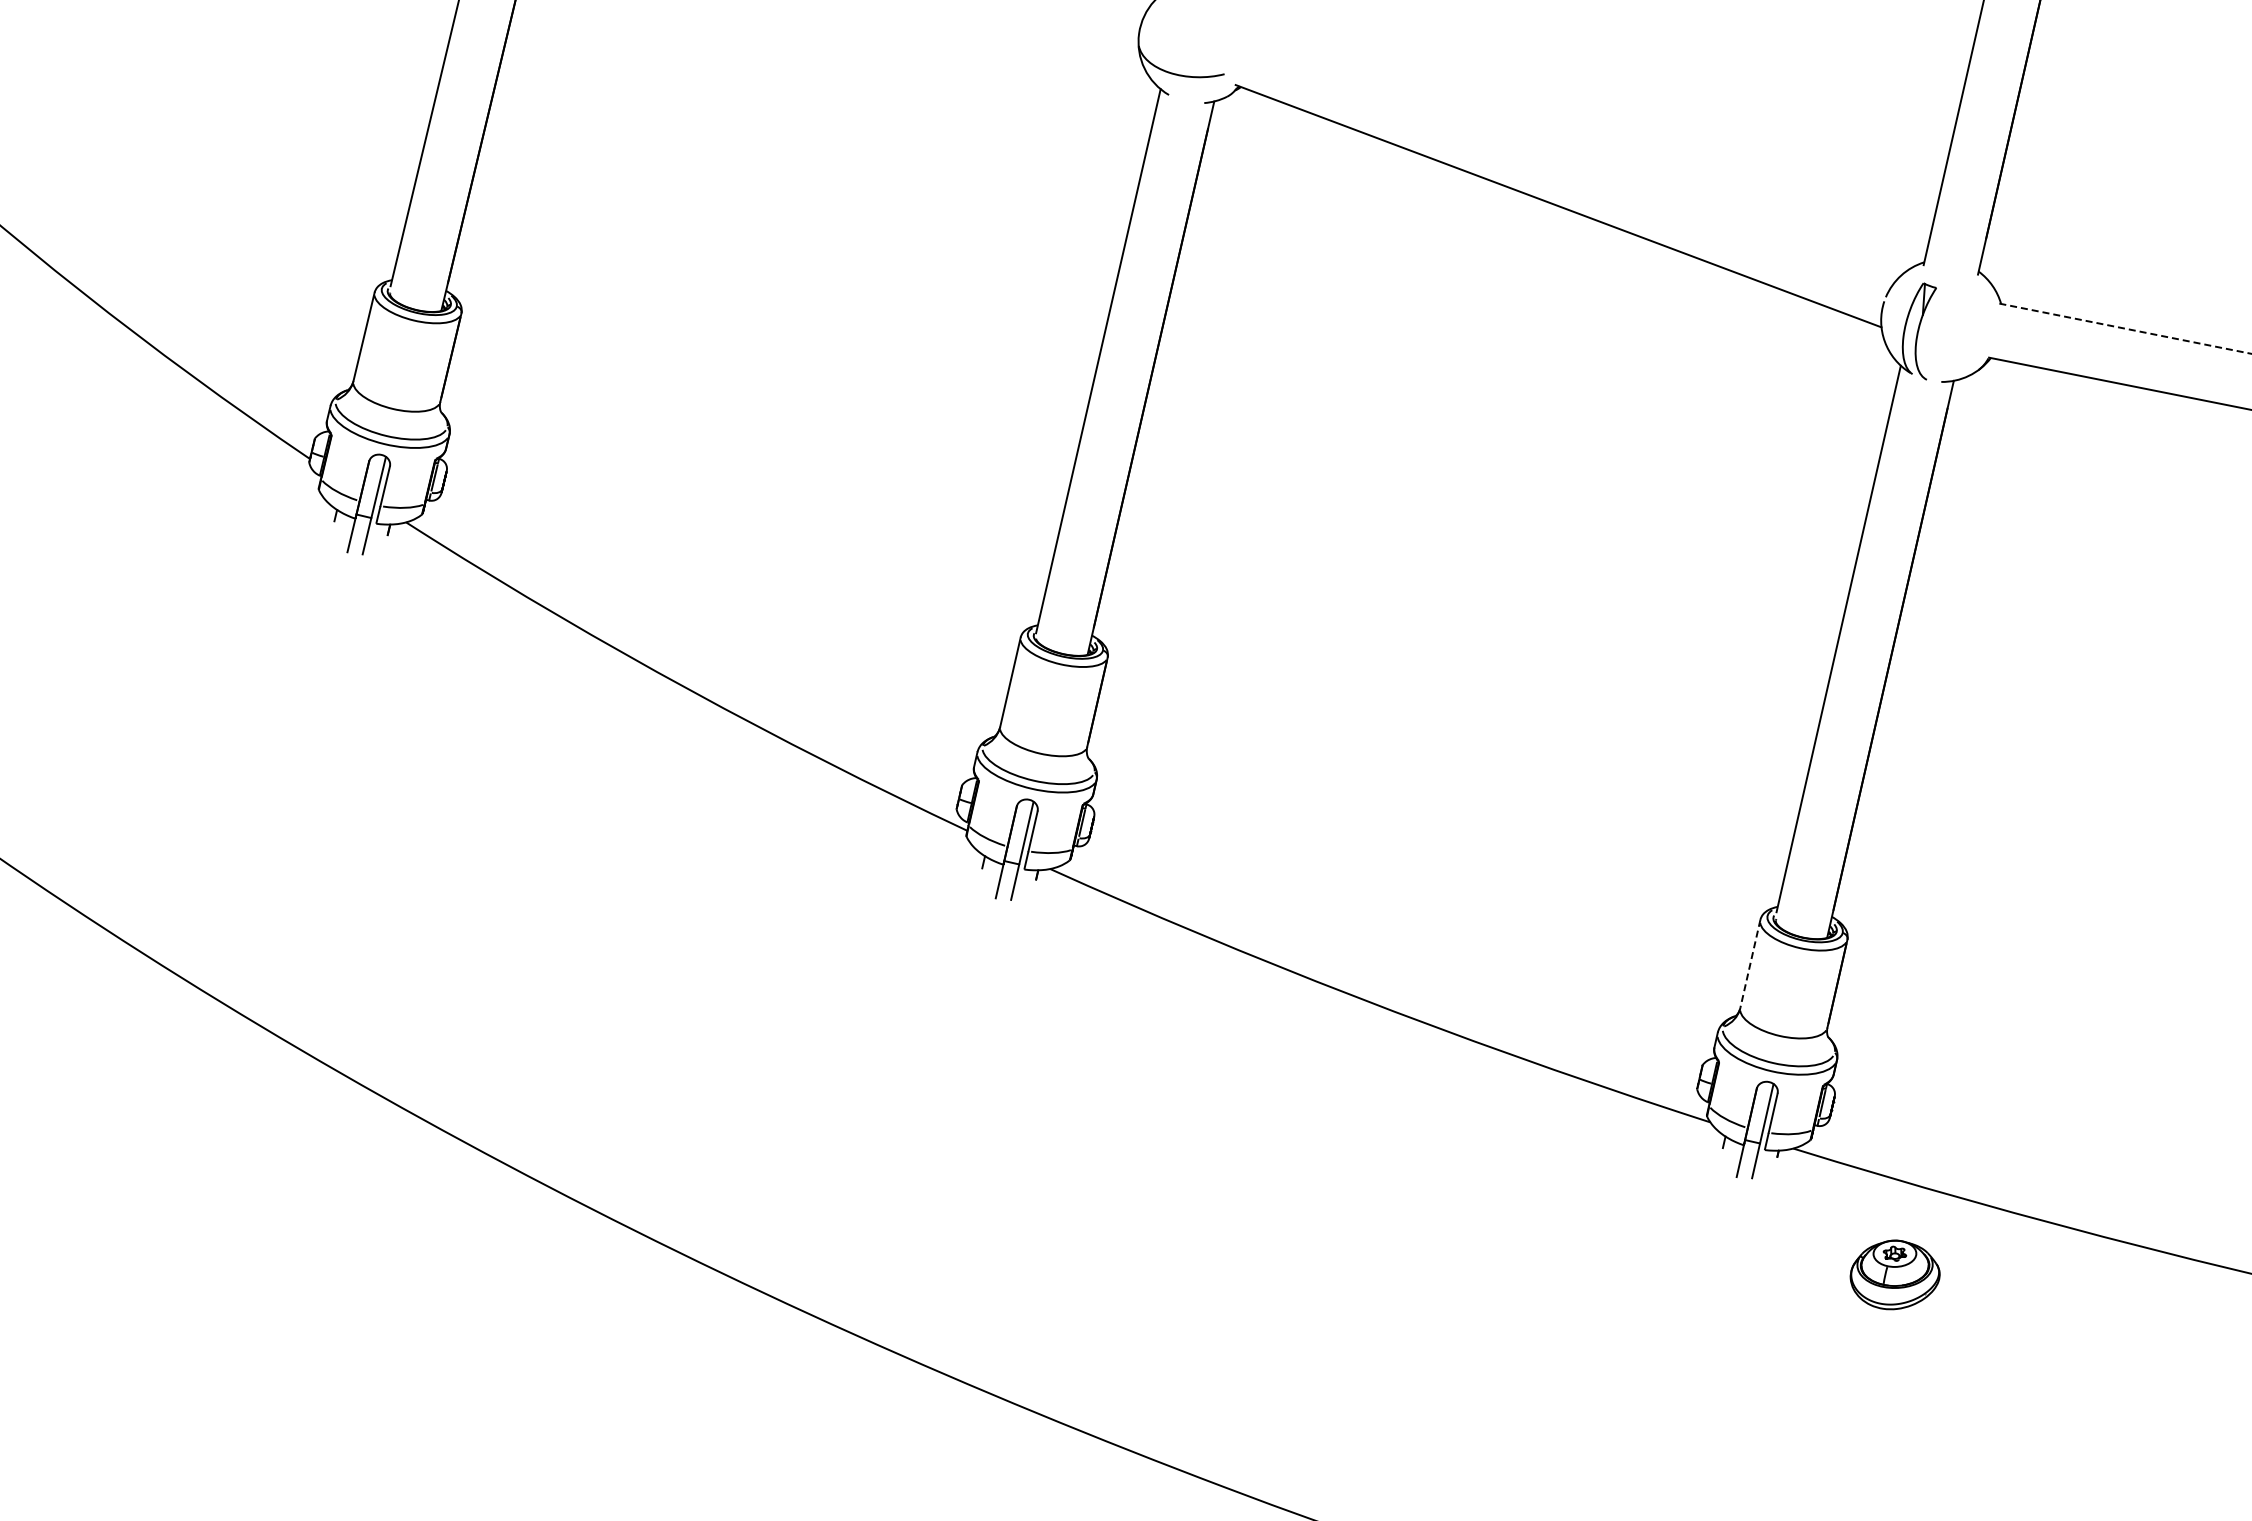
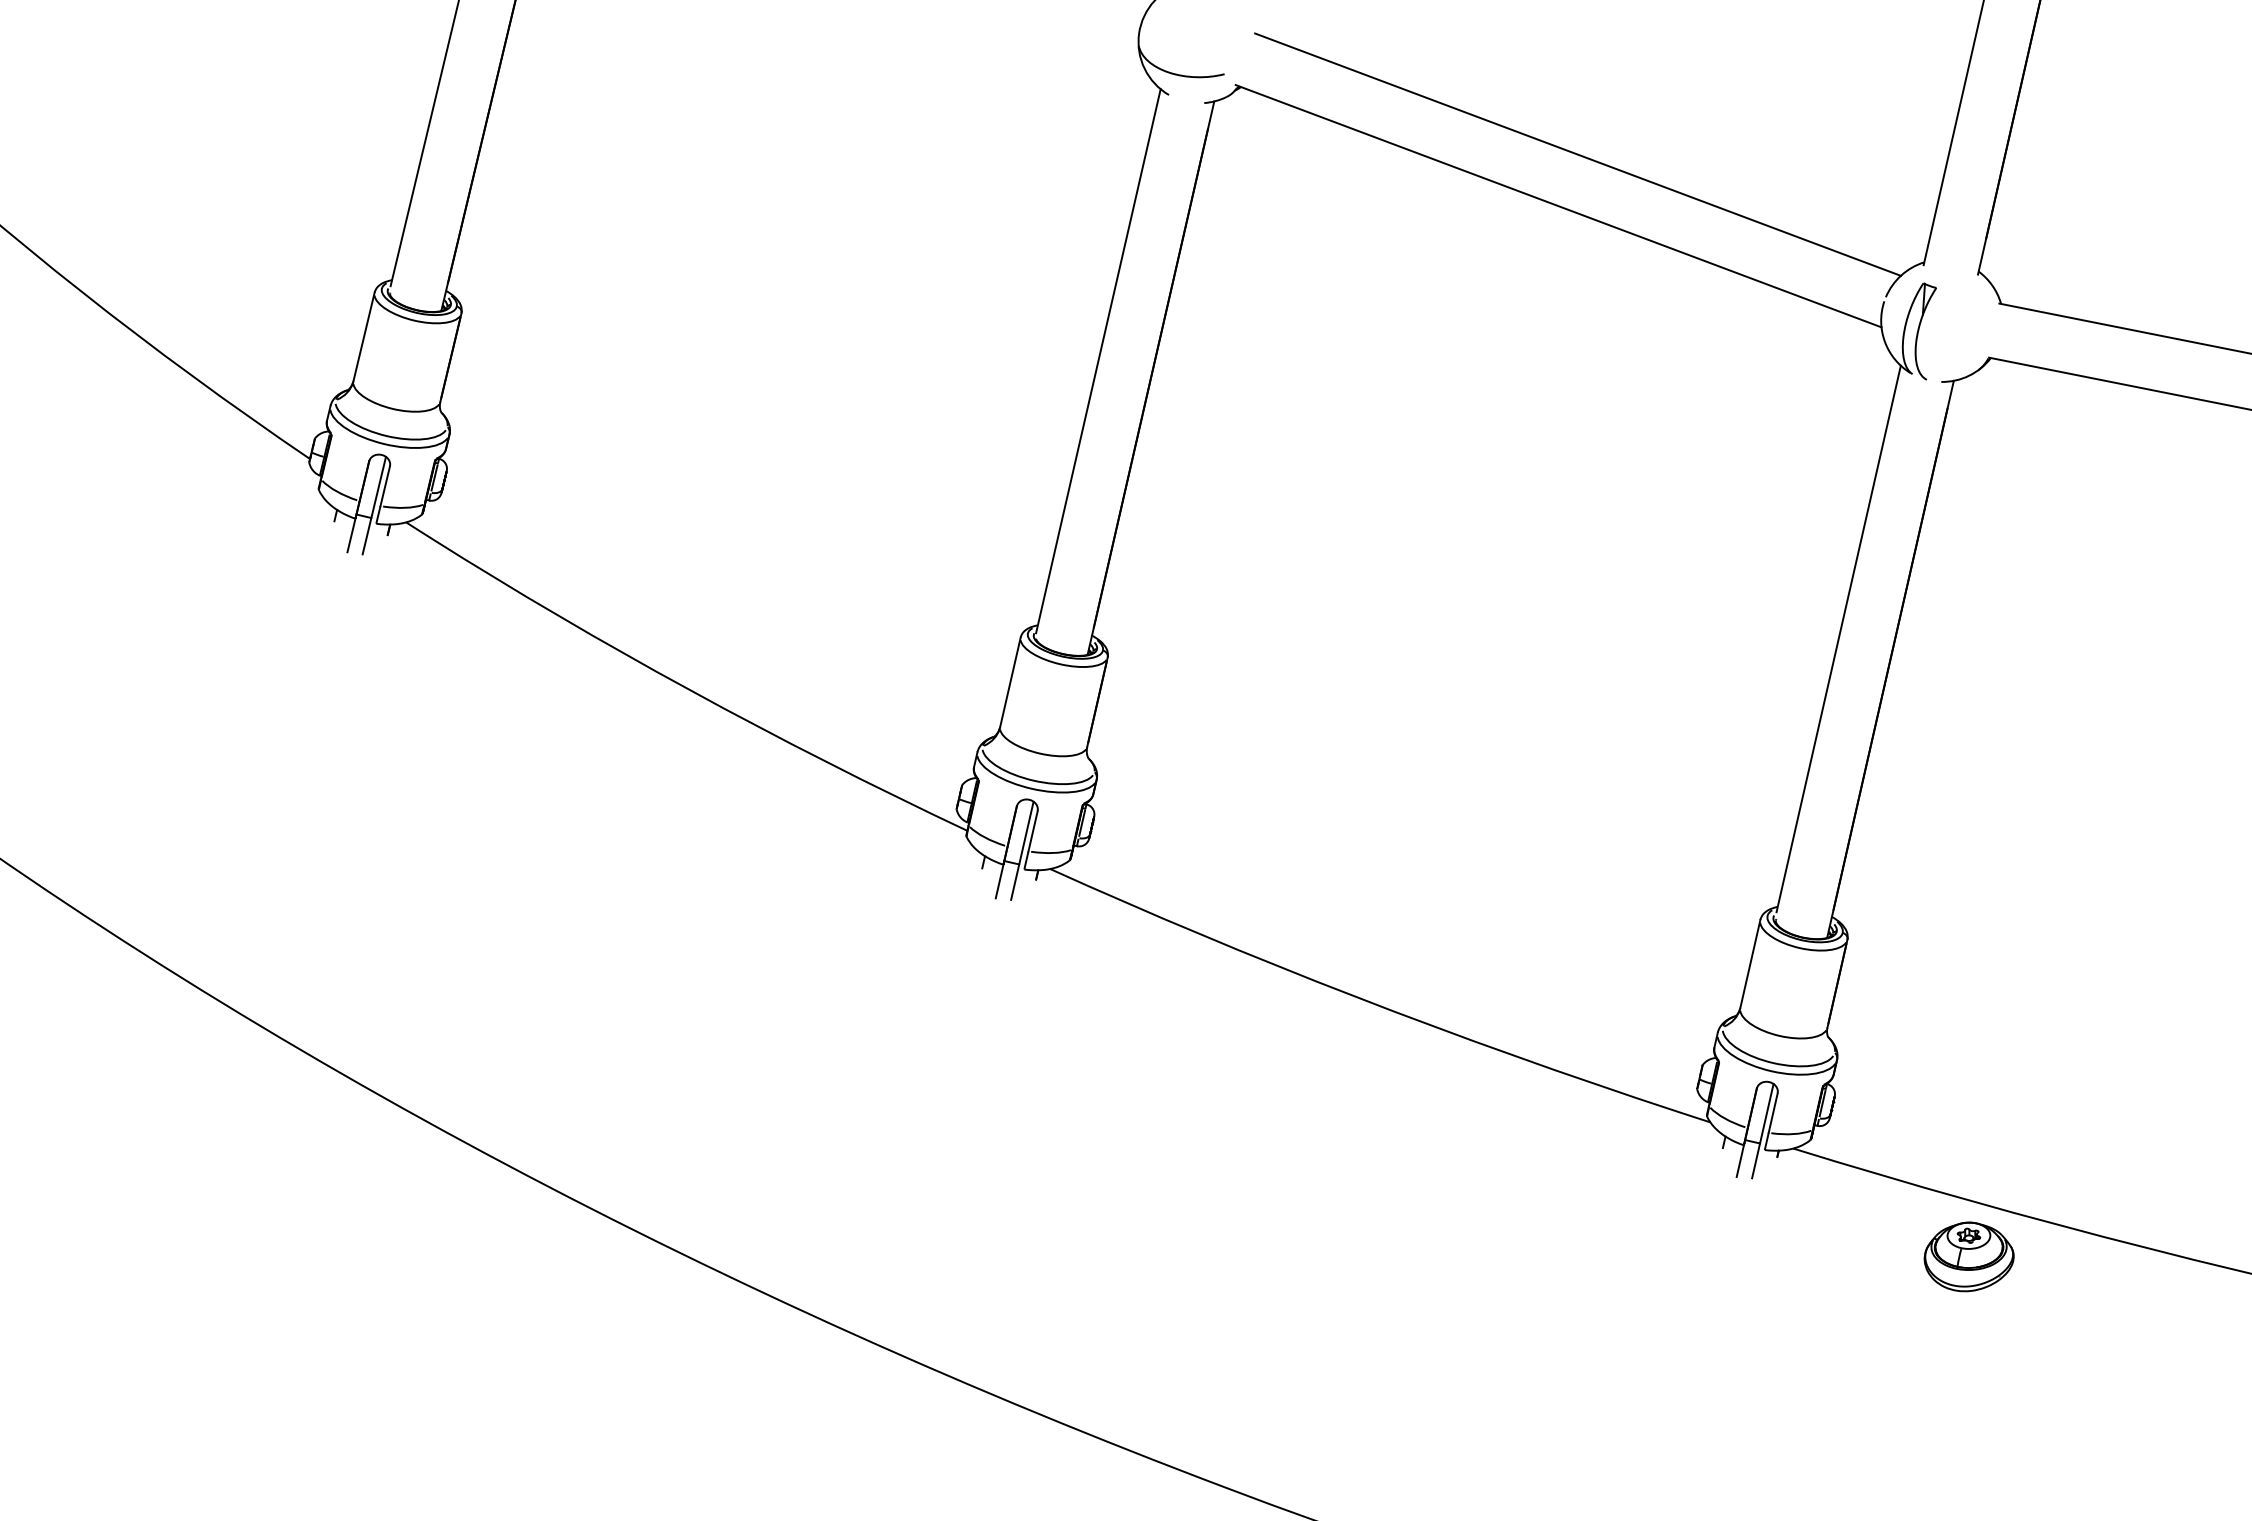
line at (1577, 154): none -> present
line at (2125, 328): dashed -> solid
line at (1750, 964): dashed -> solid
part at (1894, 1274) position: (1894, 1274) -> (1968, 1256)
